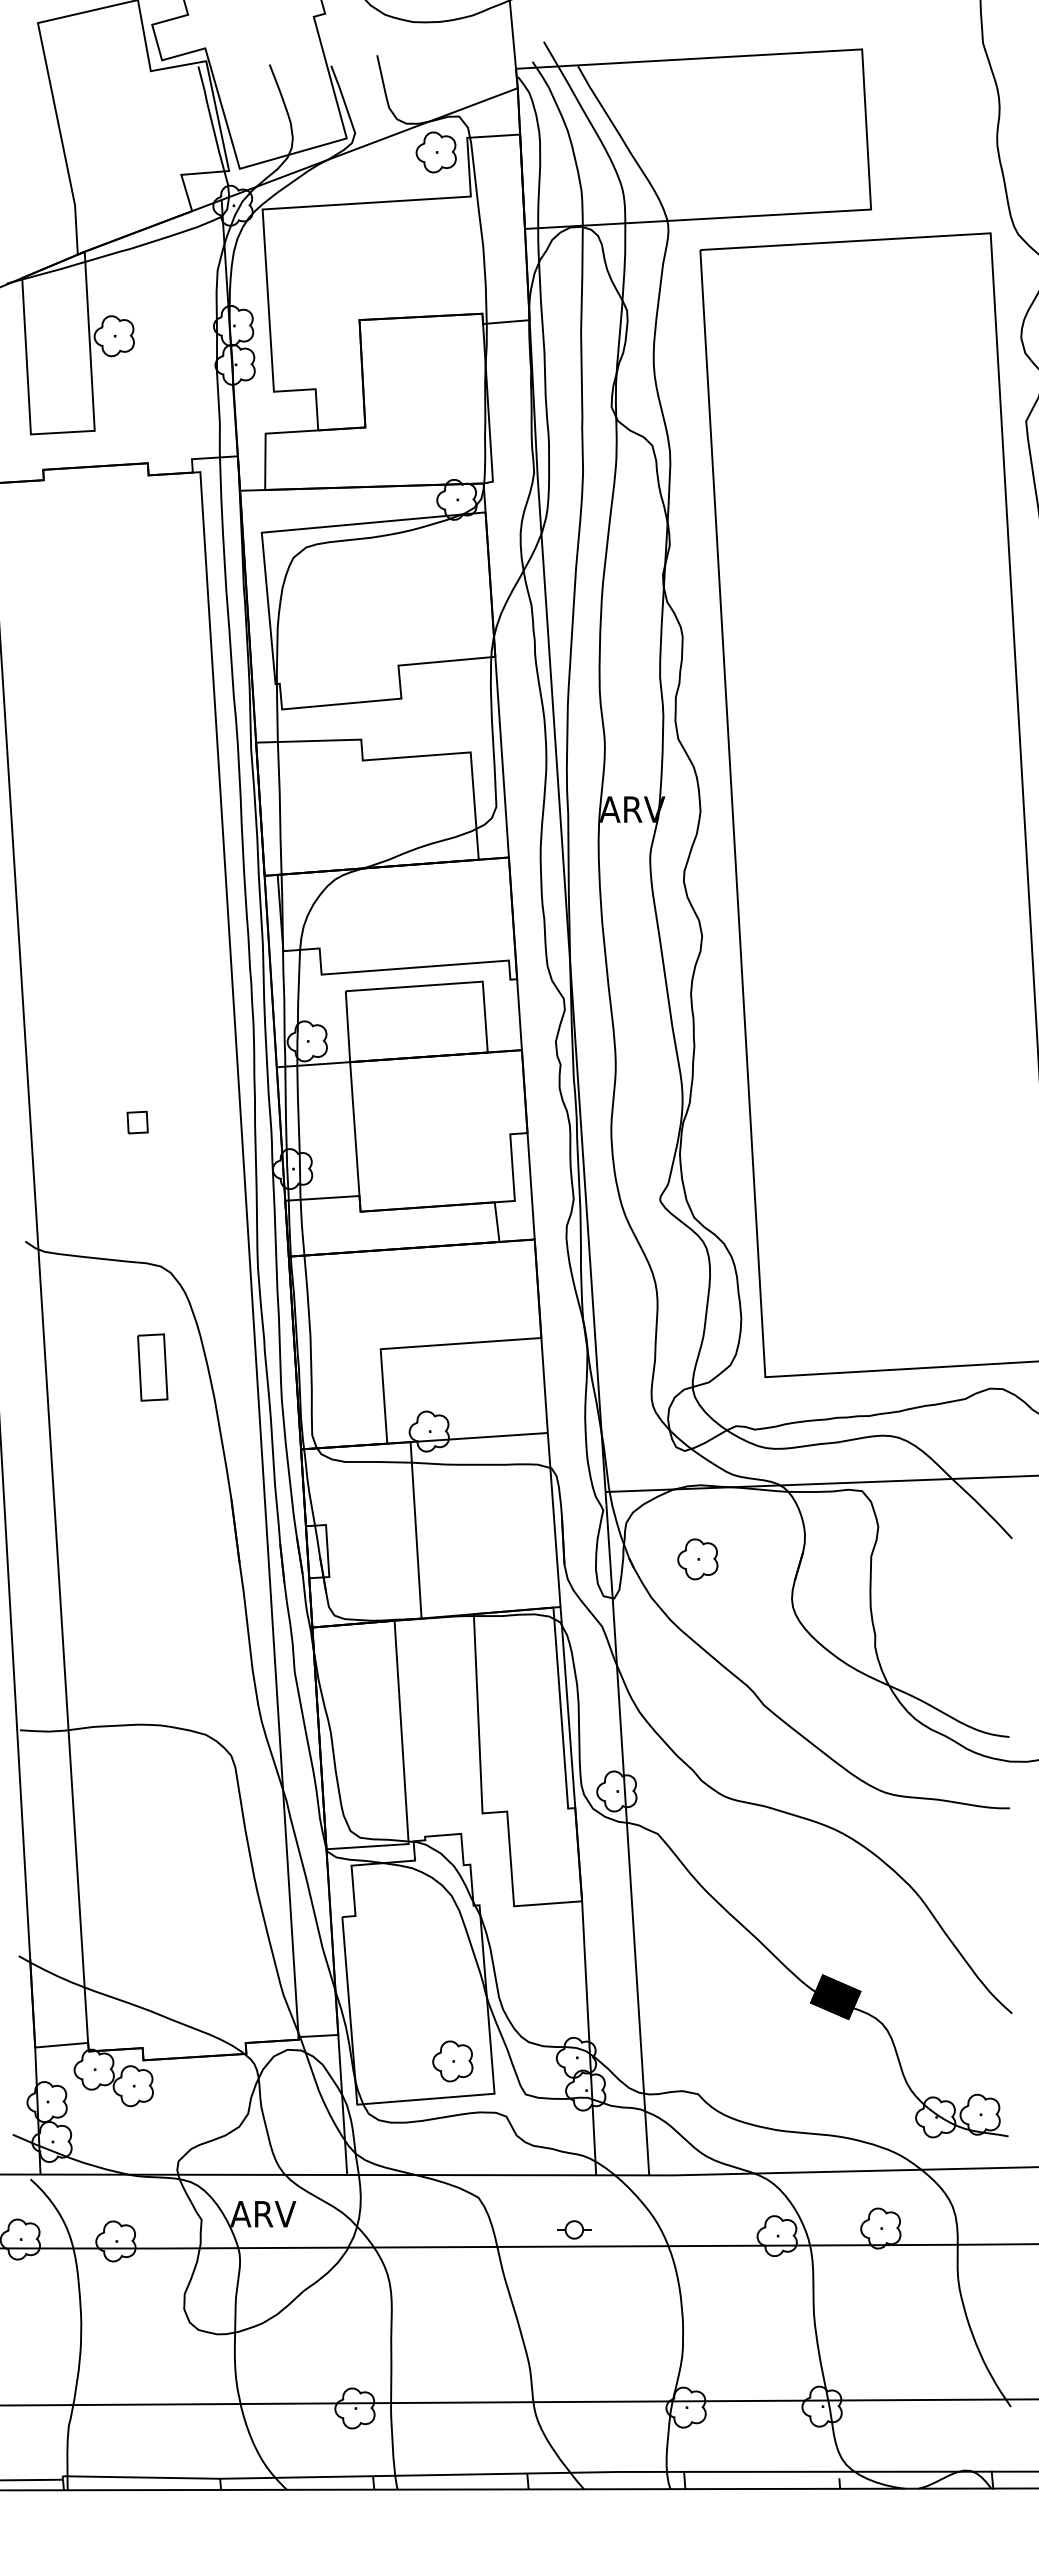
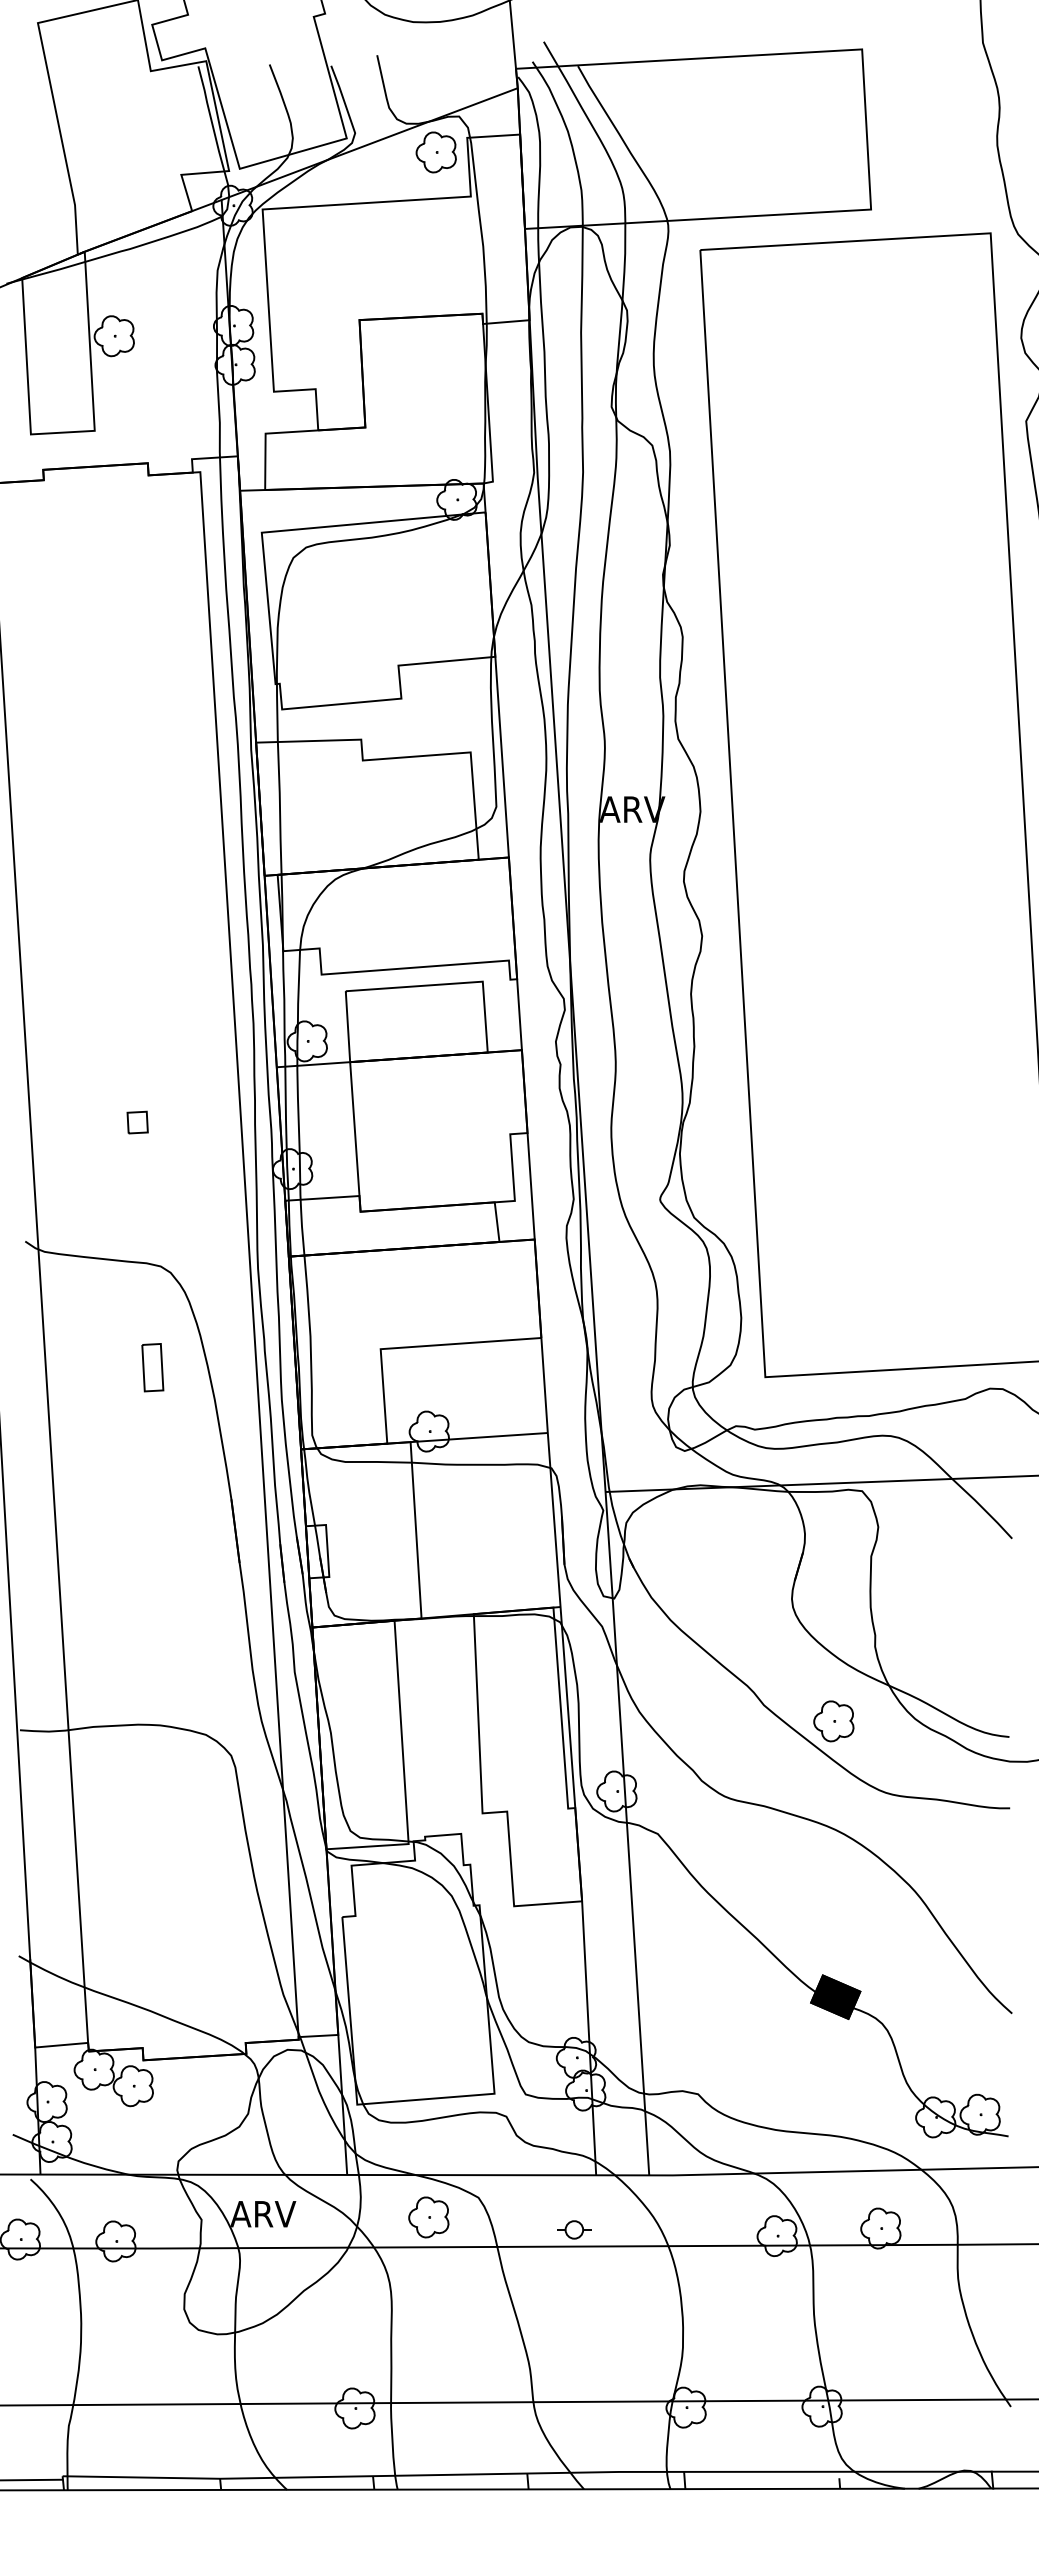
part at (152, 1367) size: 32x69 px -> 24x50 px
part at (697, 1559) position: (697, 1559) -> (833, 1721)
part at (452, 2061) position: (452, 2061) -> (428, 2217)
